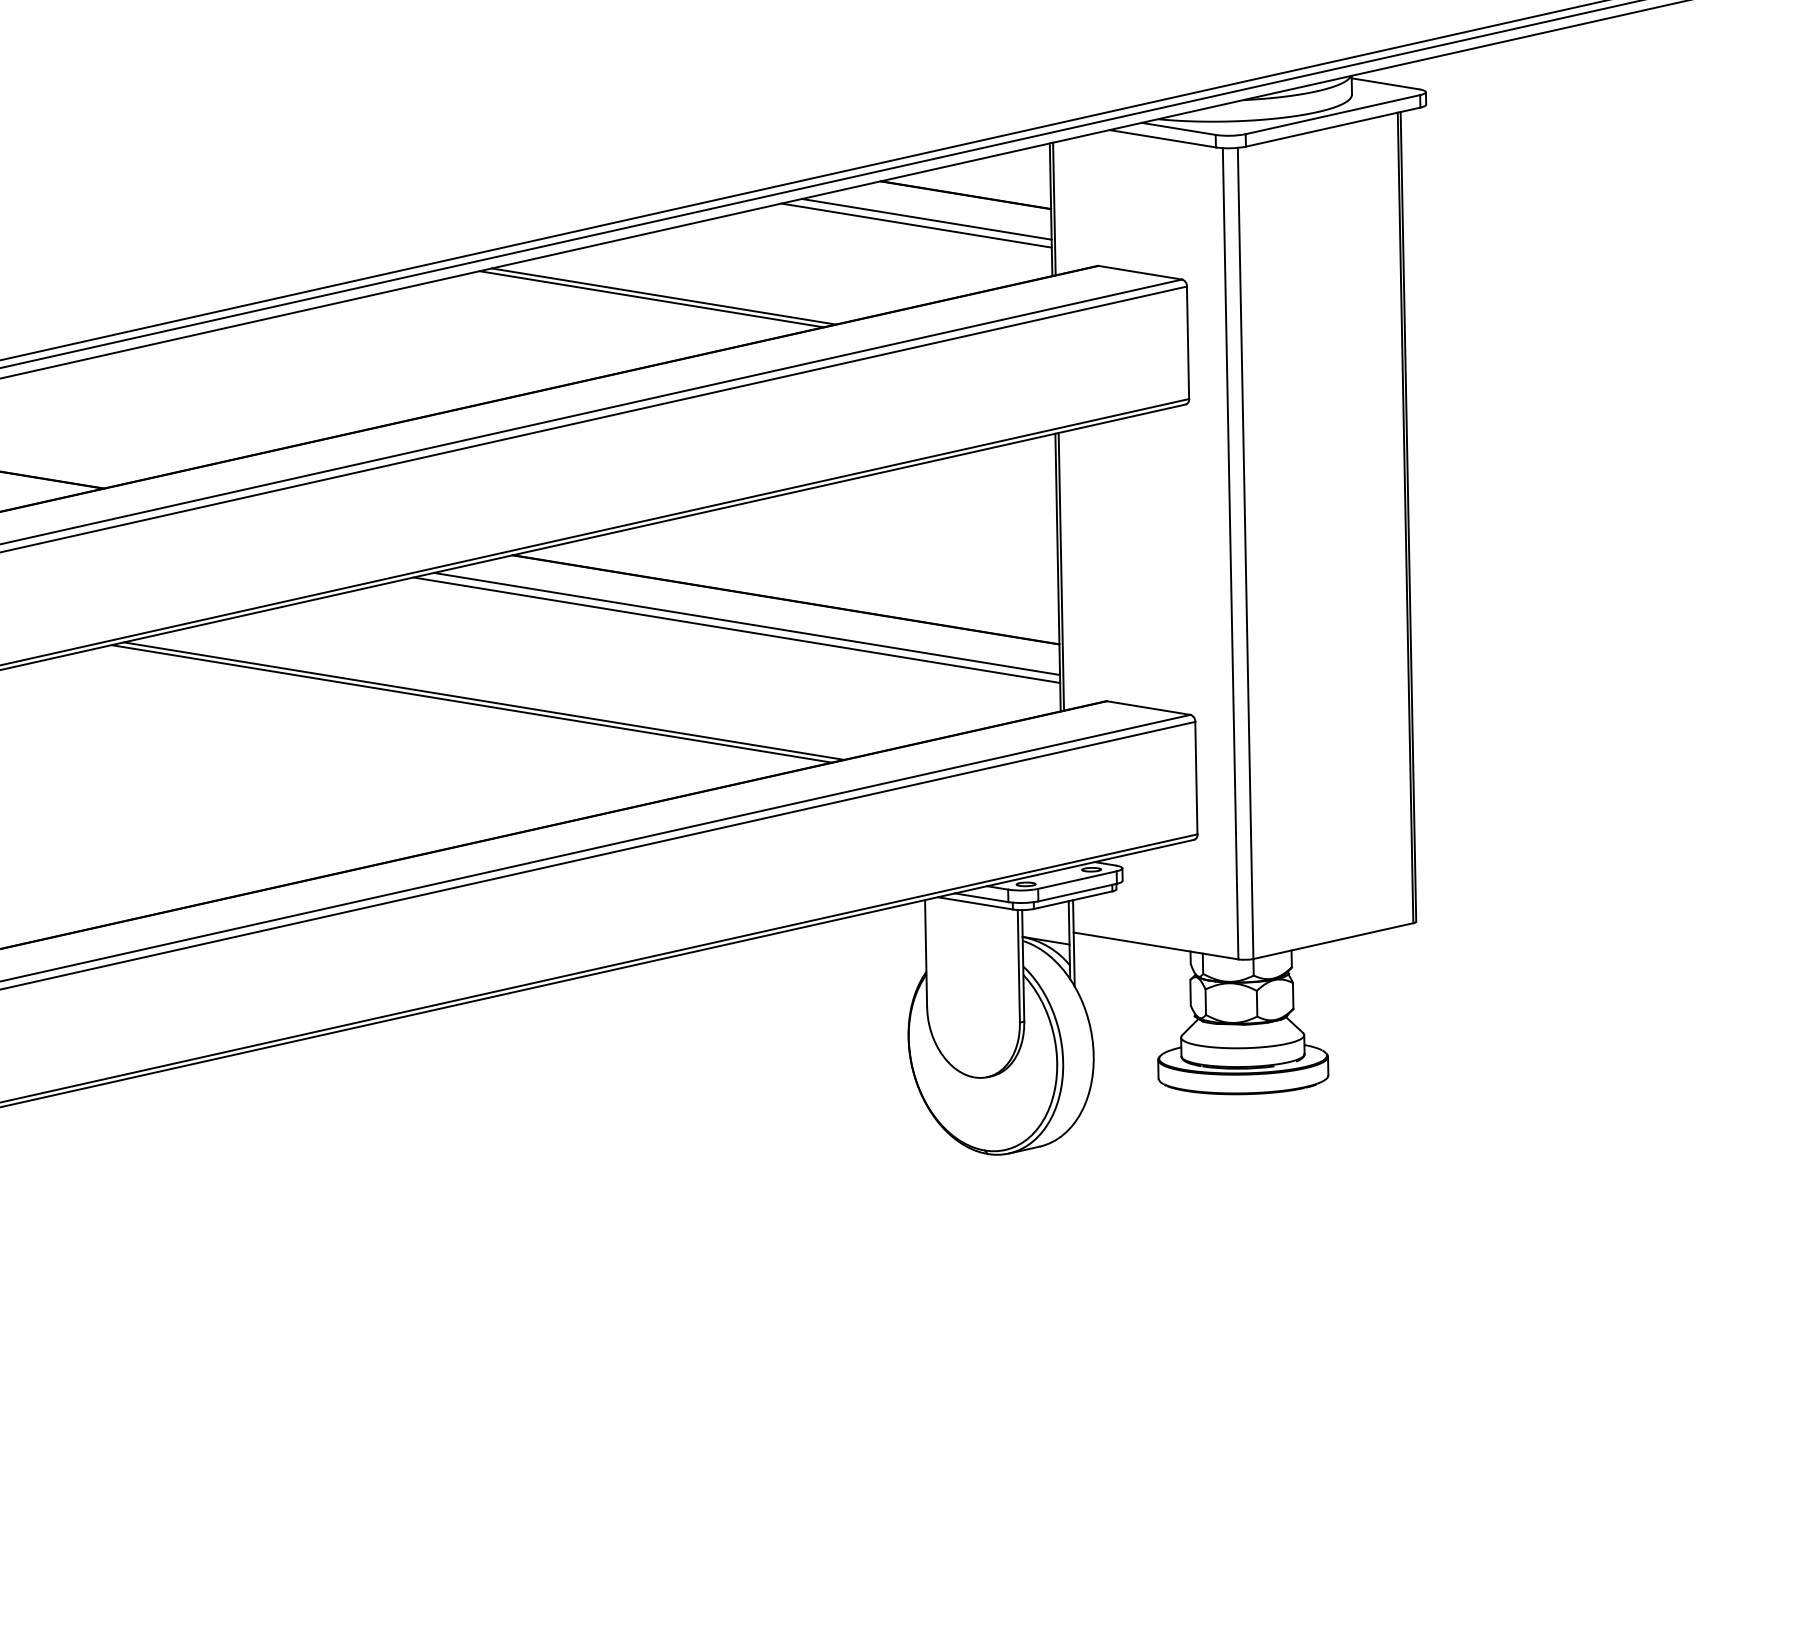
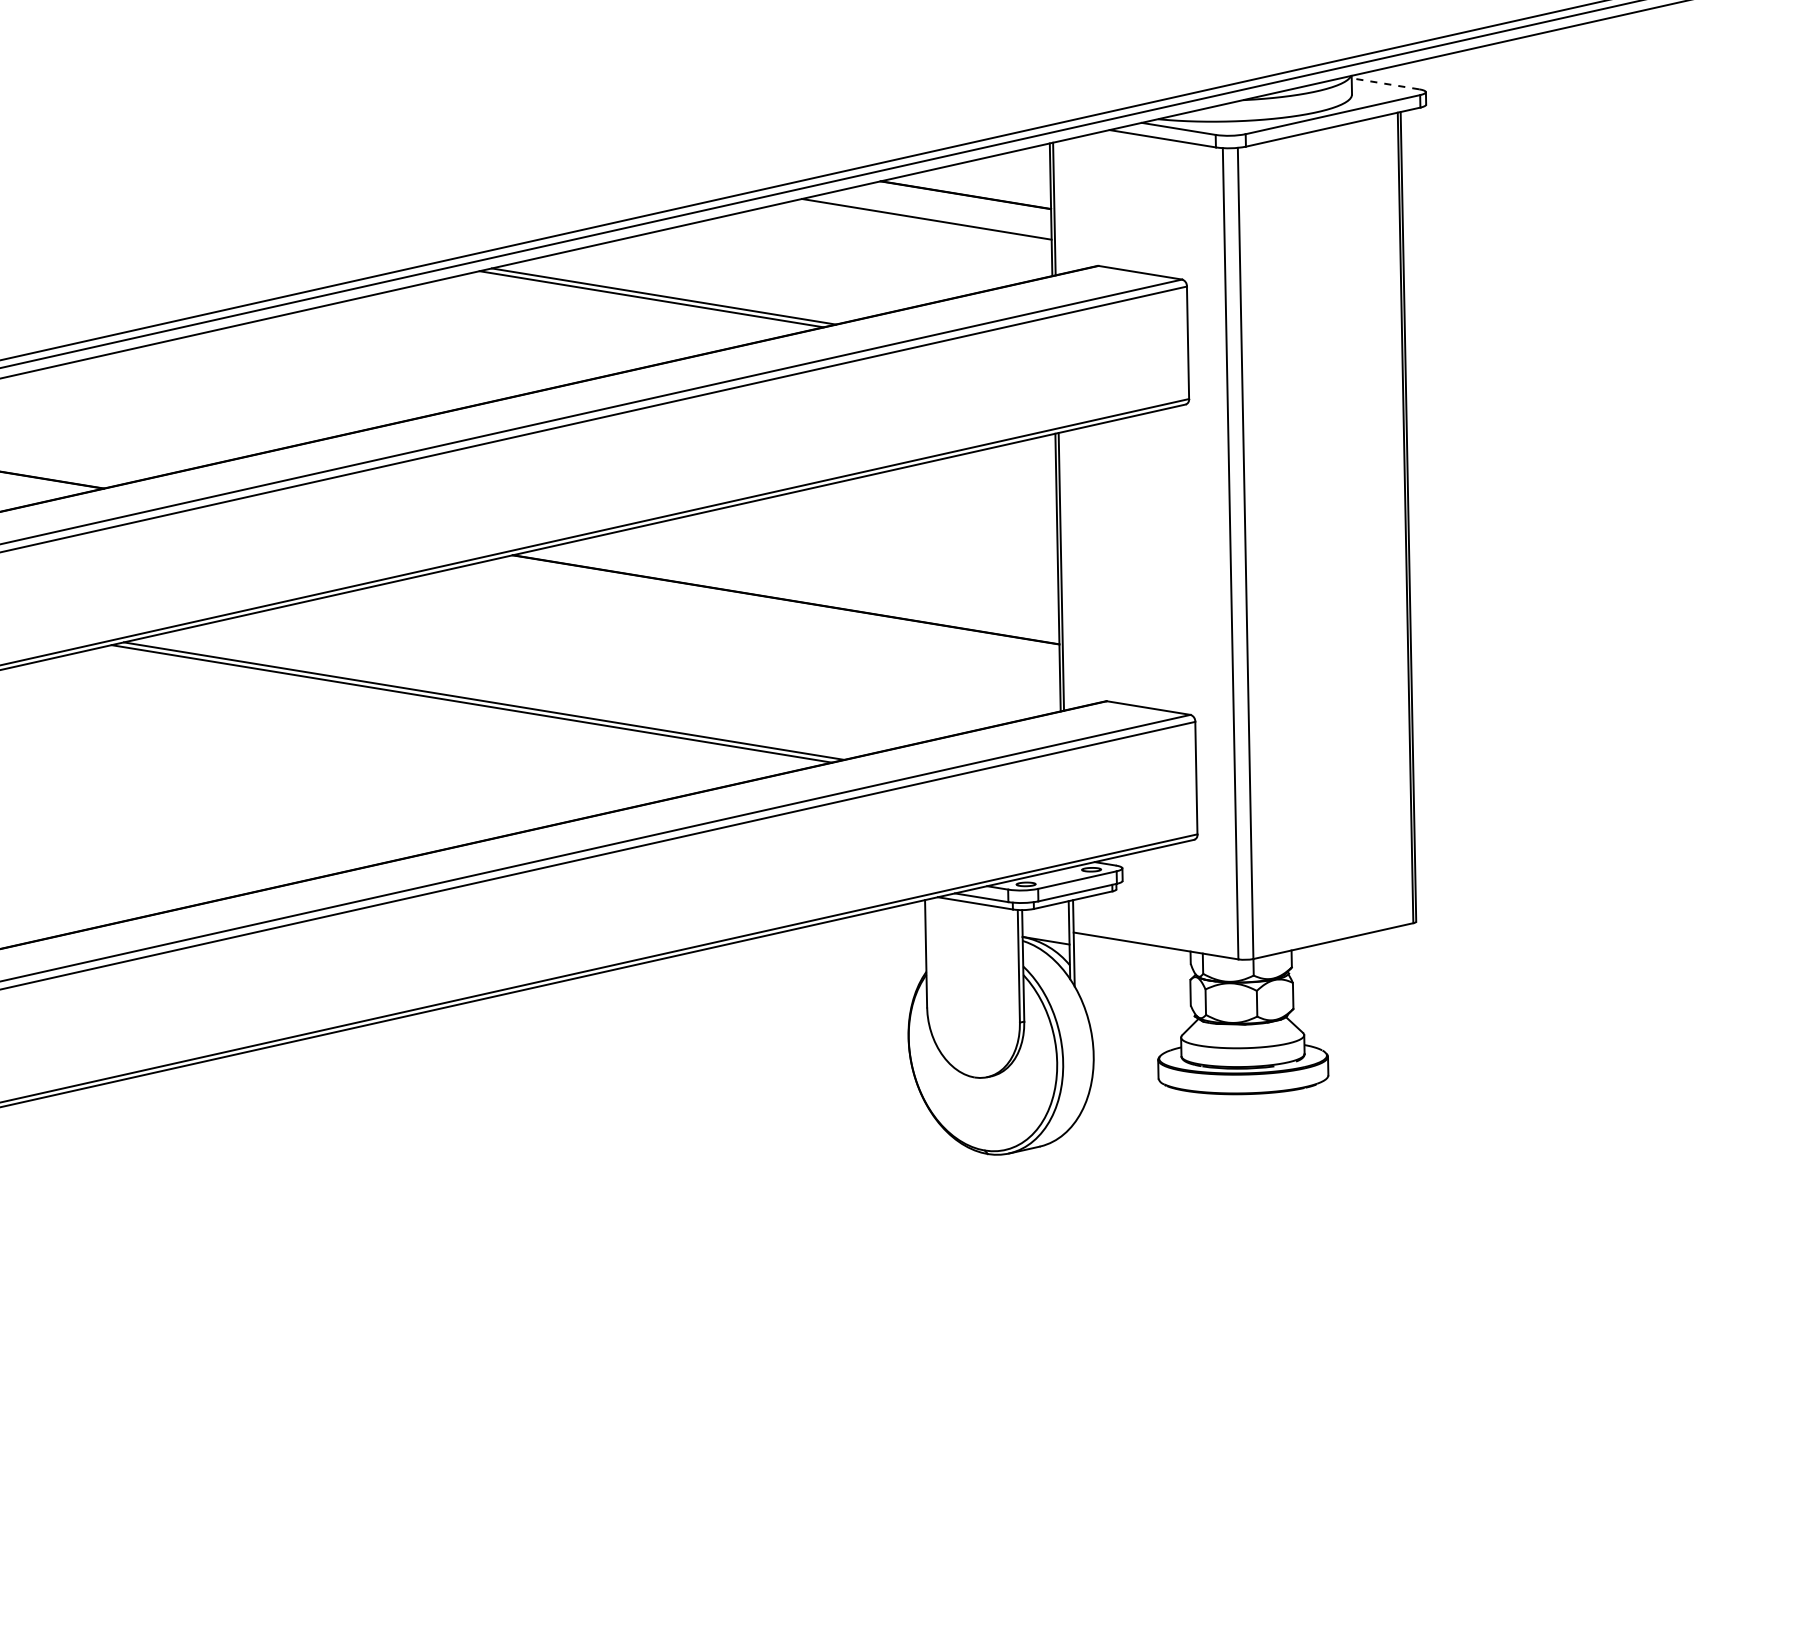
line at (1384, 83): solid -> dashed
line at (916, 225): present -> none
line at (747, 623): present -> none
line at (736, 629): present -> none
